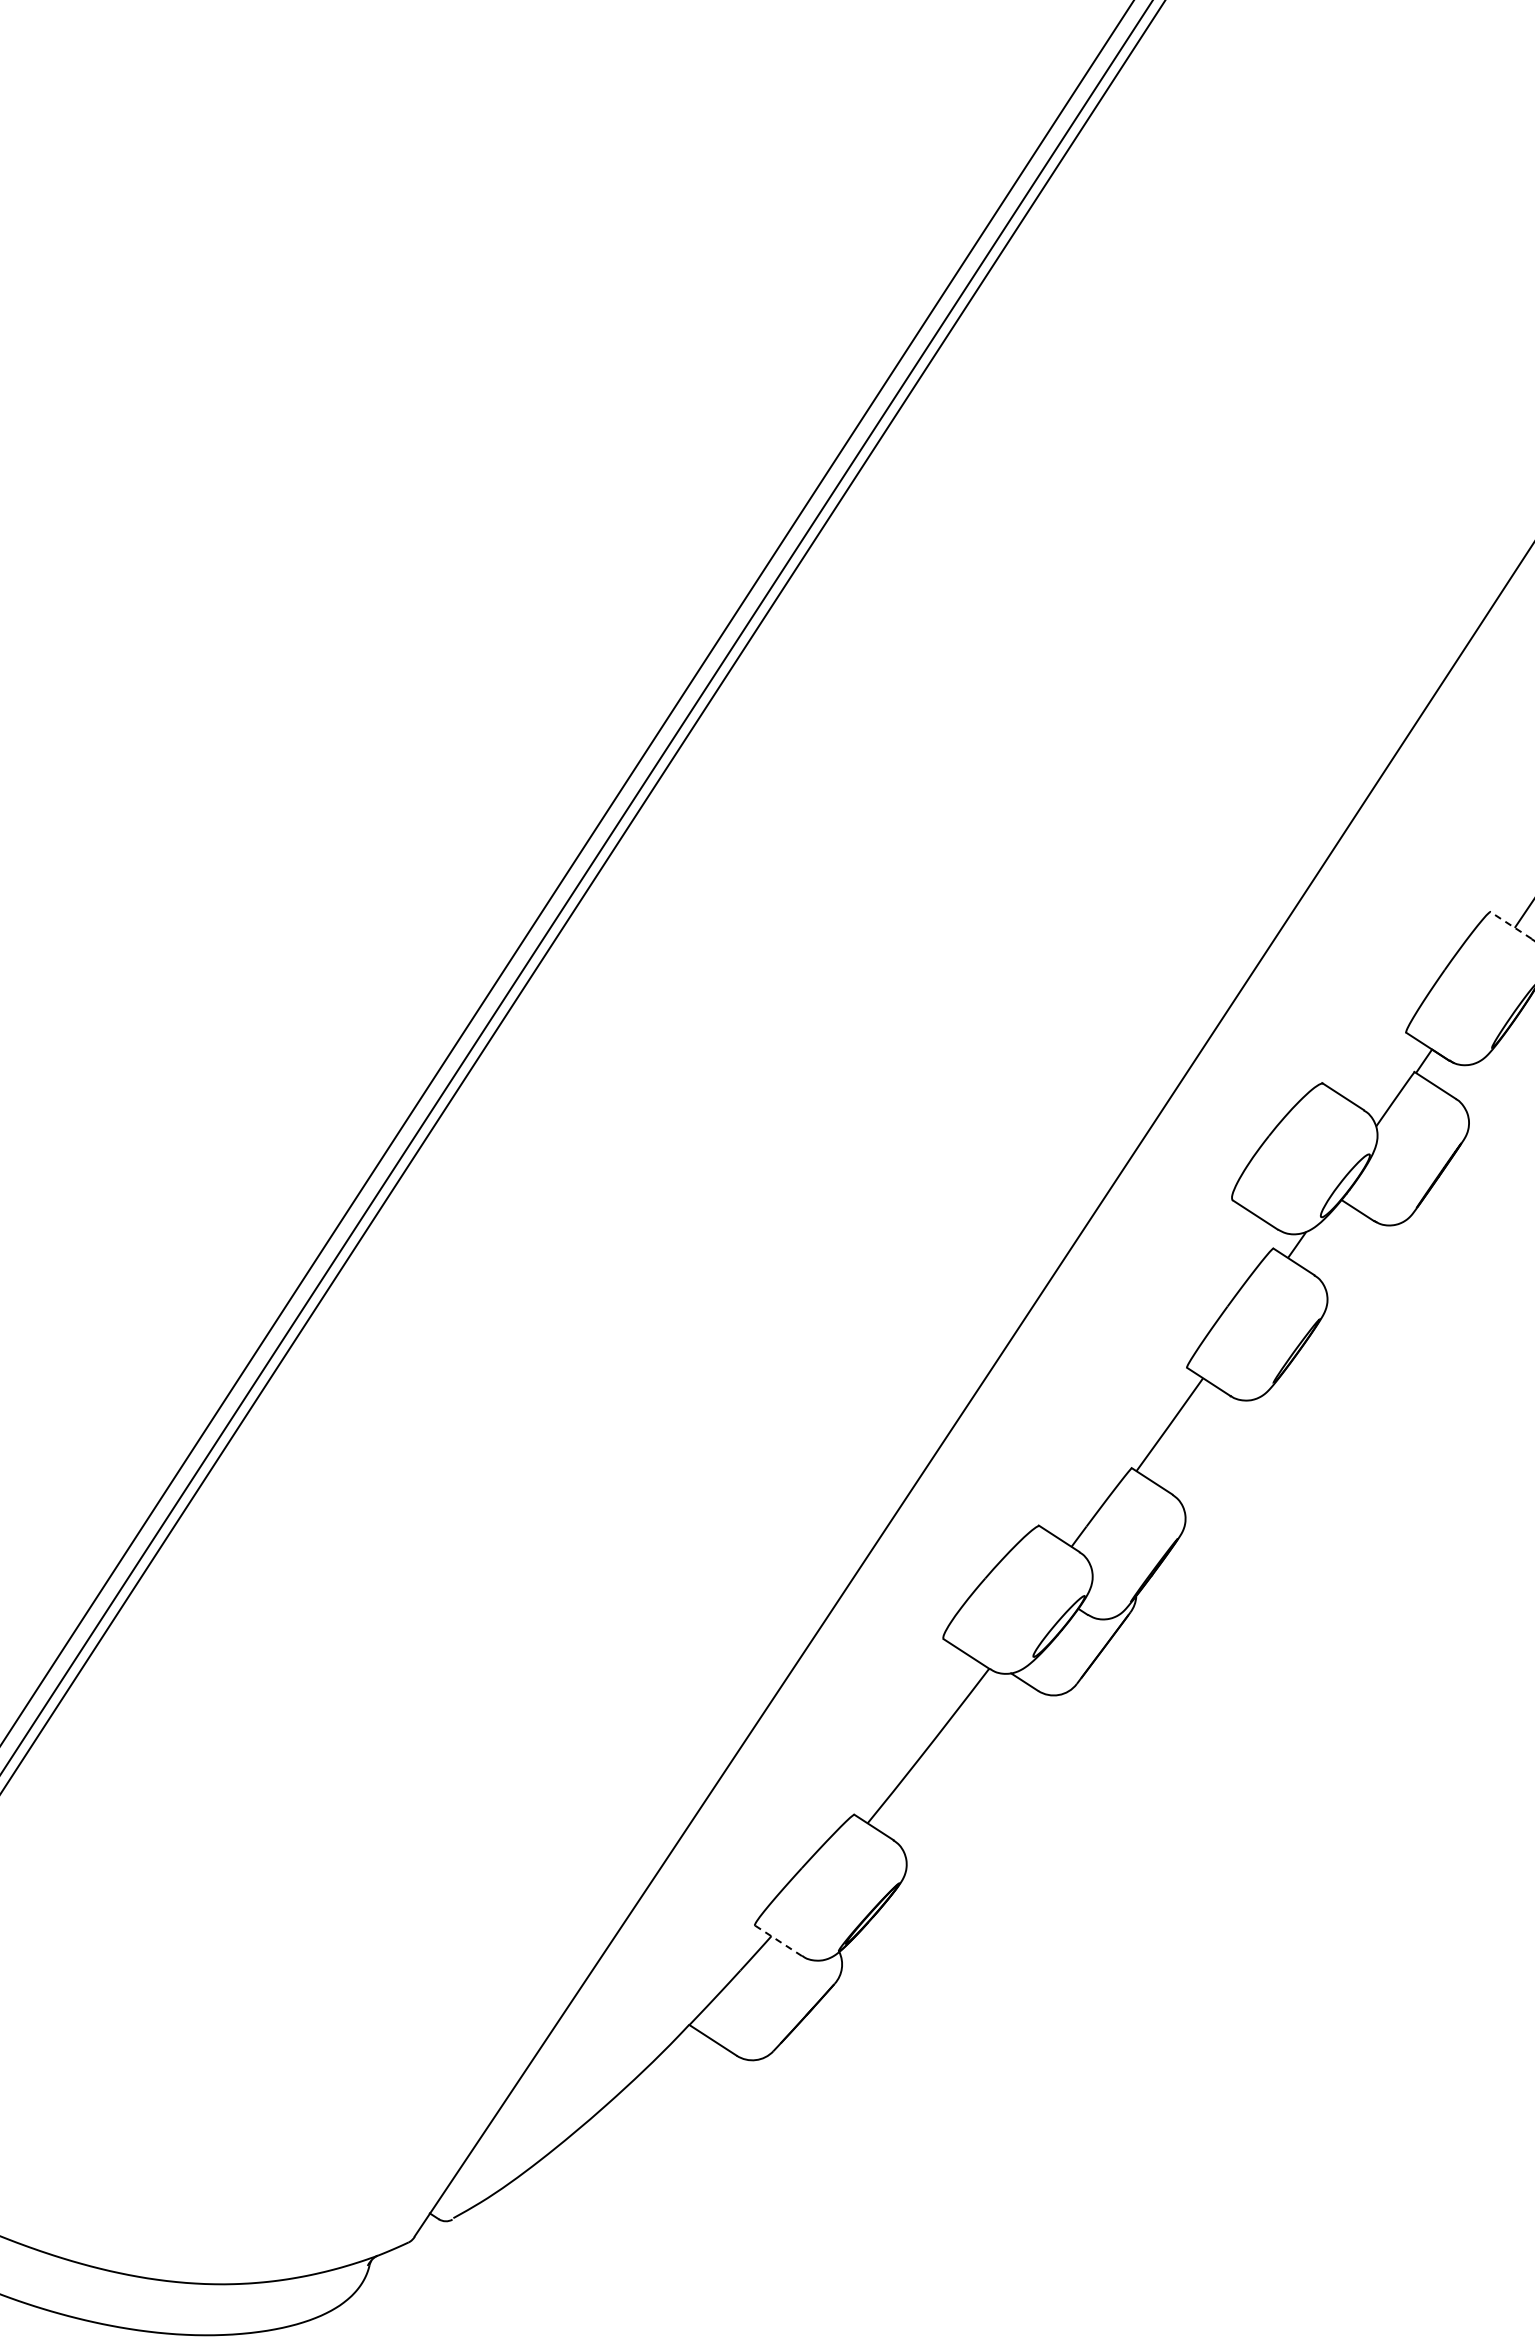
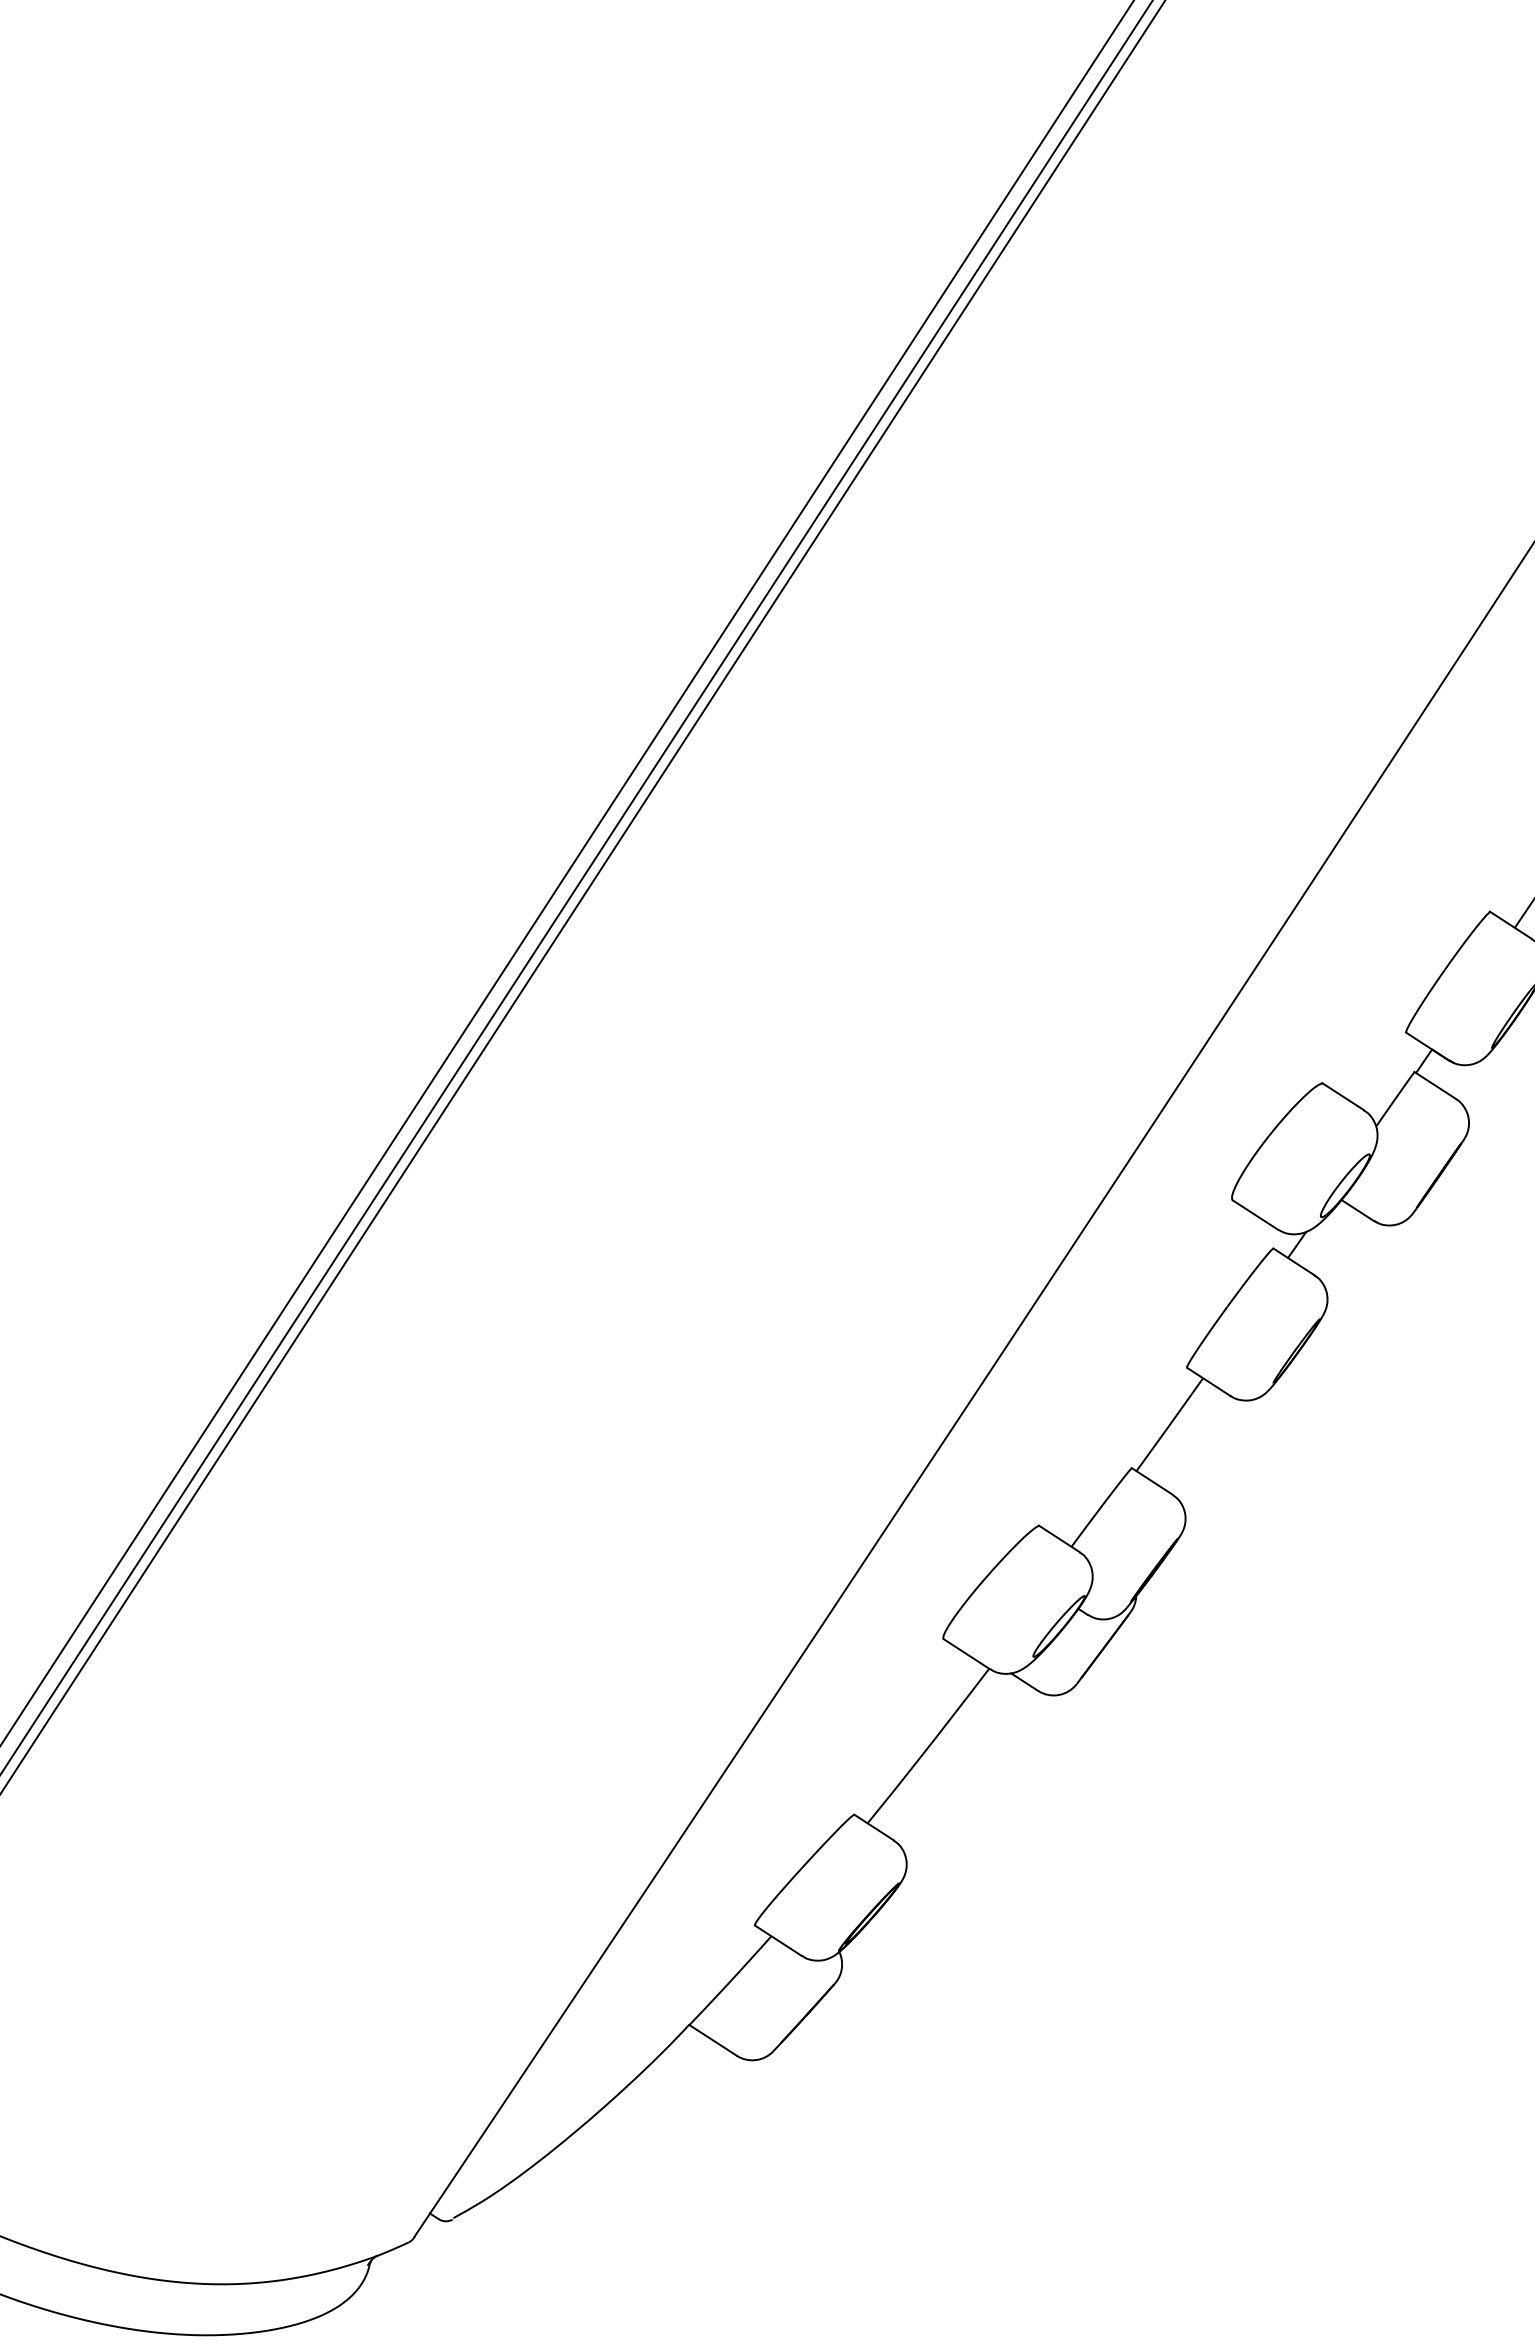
line at (1510, 924): dashed -> solid
line at (778, 1940): dashed -> solid
